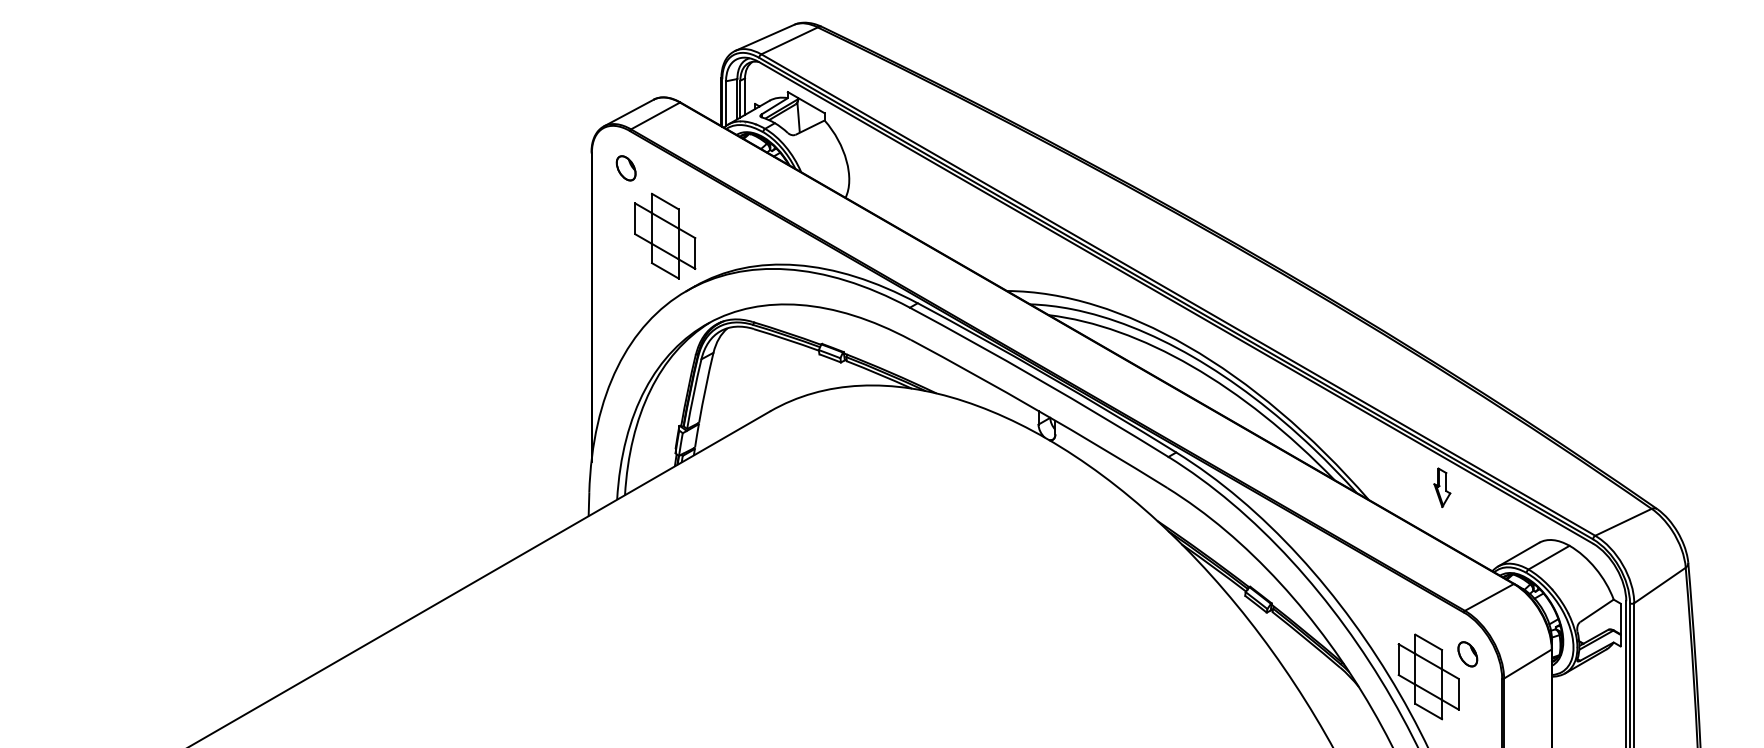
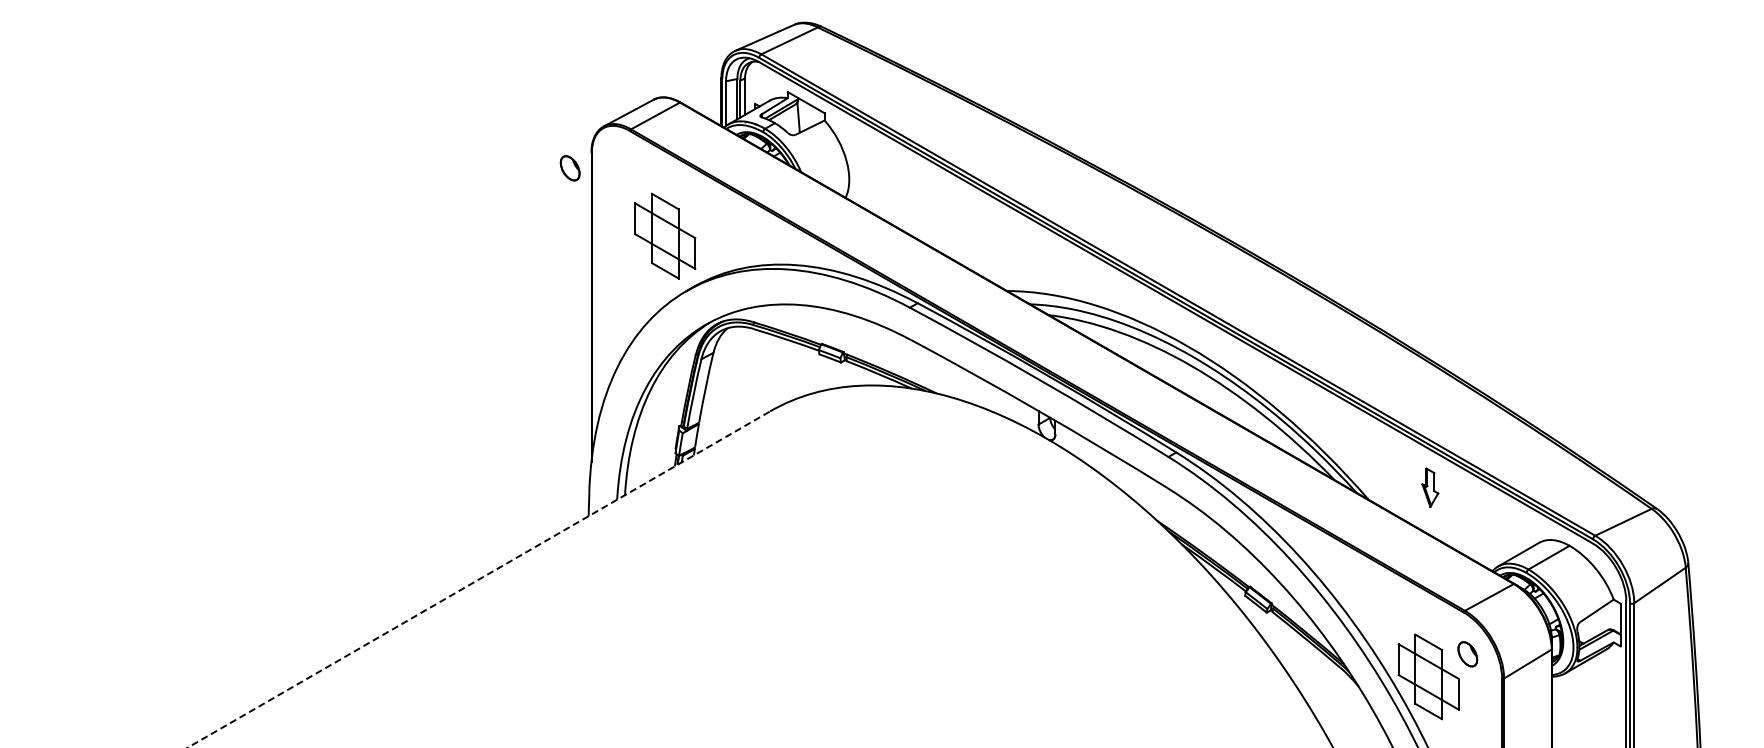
part at (625, 168) position: (625, 168) -> (569, 168)
part at (1442, 487) position: (1442, 487) -> (1430, 487)
line at (479, 579): solid -> dashed
